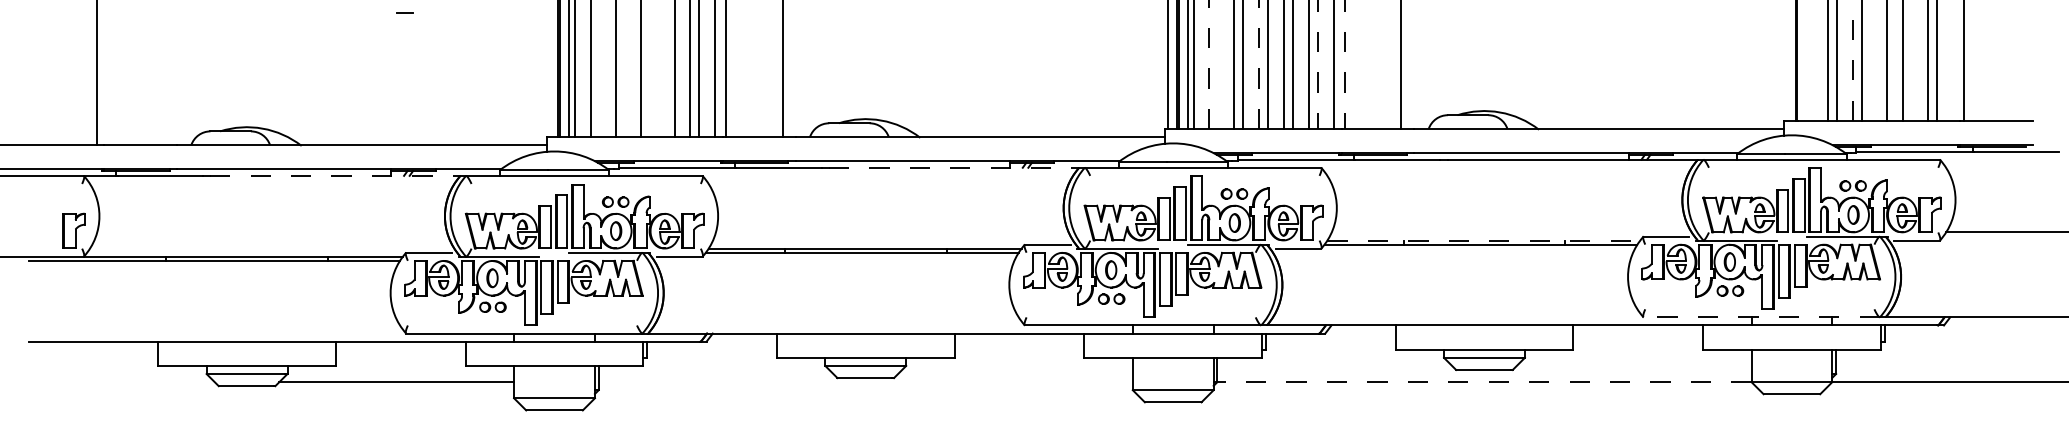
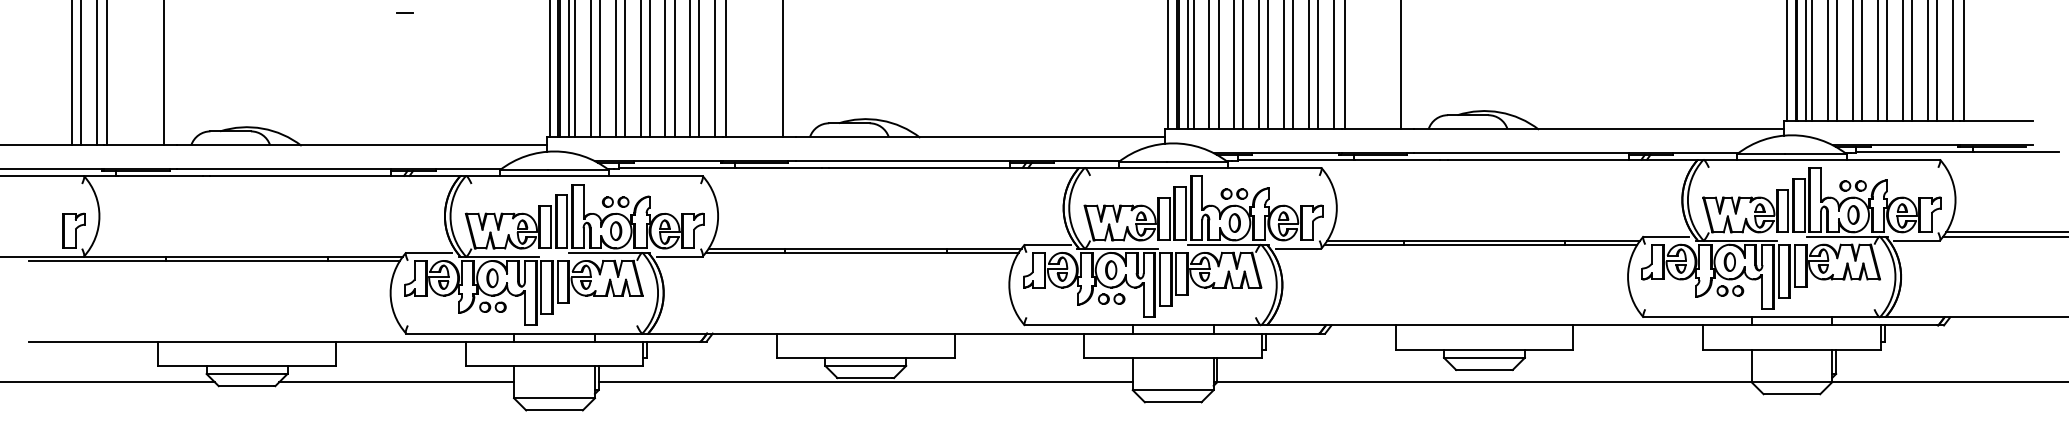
line at (1853, 60): dashed -> solid
line at (1786, 61): none -> present
line at (1806, 61): none -> present
line at (1812, 61): none -> present
line at (1877, 61): none -> present
line at (1911, 61): none -> present
line at (1952, 61): none -> present
line at (1209, 64): dashed -> solid
line at (1259, 64): dashed -> solid
line at (1318, 64): dashed -> solid
line at (1344, 64): dashed -> solid
line at (1218, 65): none -> present
line at (549, 69): none -> present
line at (599, 69): none -> present
line at (624, 69): none -> present
line at (649, 69): none -> present
line at (665, 69): none -> present
line at (71, 73): none -> present
line at (80, 73): none -> present
line at (107, 73): none -> present
line at (164, 73): none -> present
line at (954, 167): dashed -> solid
line at (335, 175): dashed -> solid
line at (2004, 236): none -> present
line at (1484, 240): dashed -> solid
line at (1761, 317): dashed -> solid
line at (108, 382): none -> present
line at (865, 382): none -> present
line at (1483, 382): dashed -> solid
